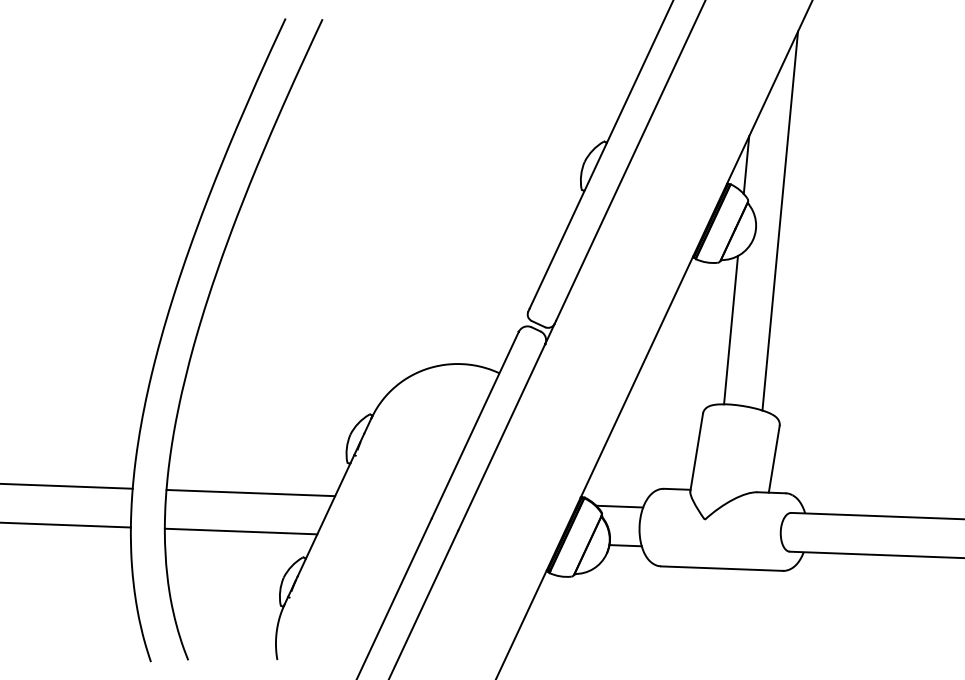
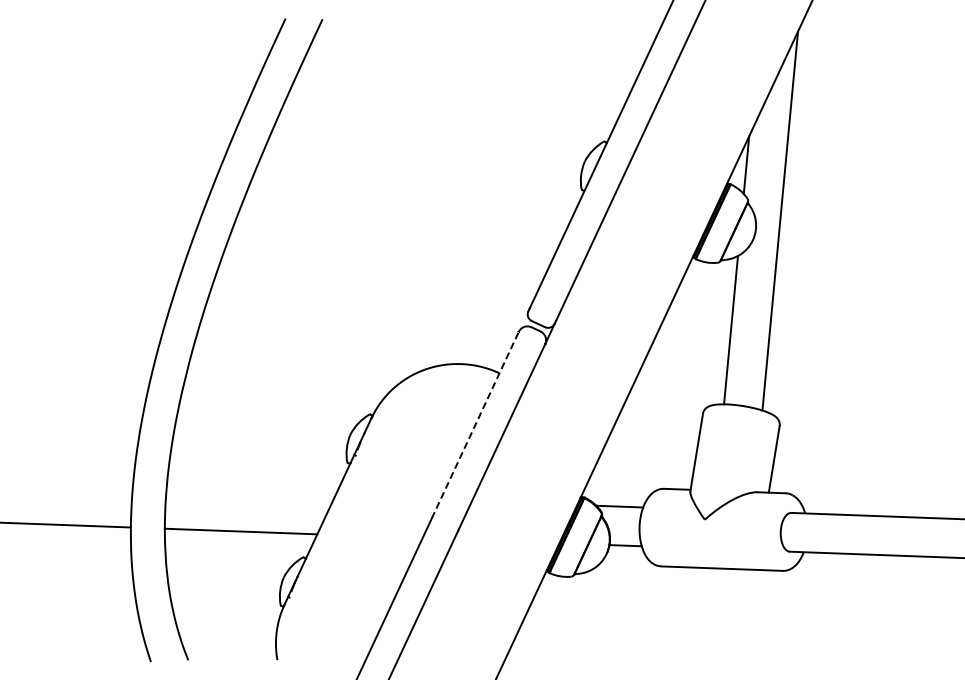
line at (475, 425): solid -> dashed
line at (67, 485): present -> none
line at (250, 492): present -> none
